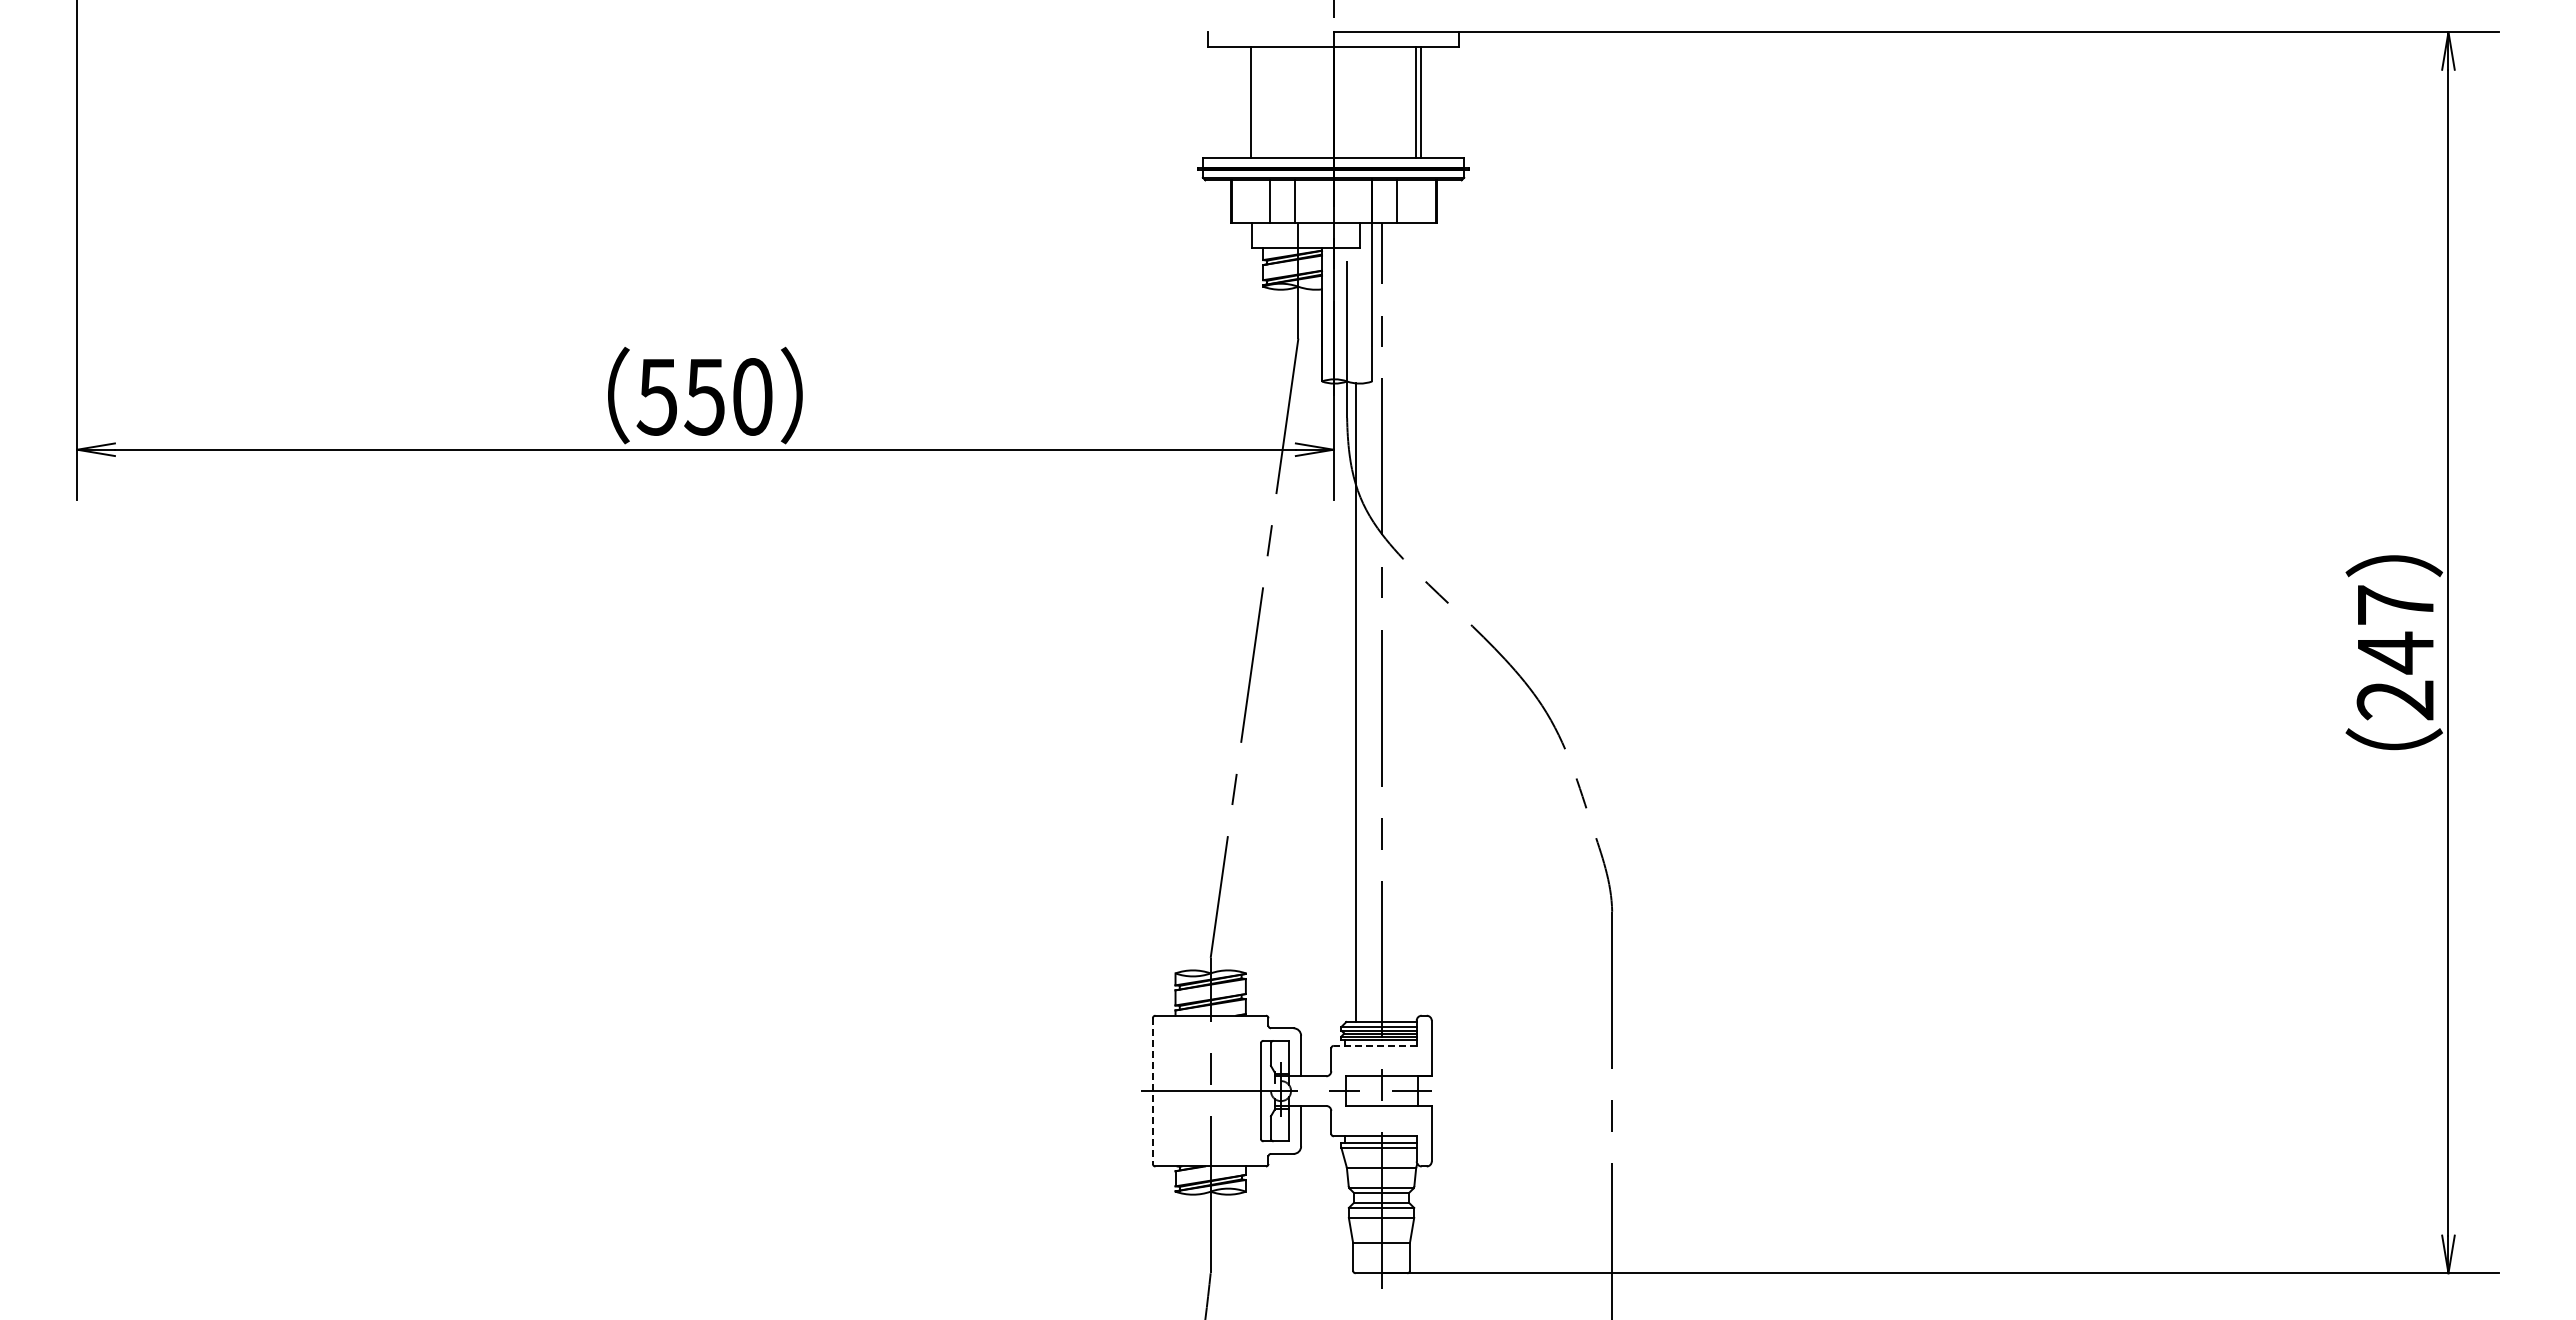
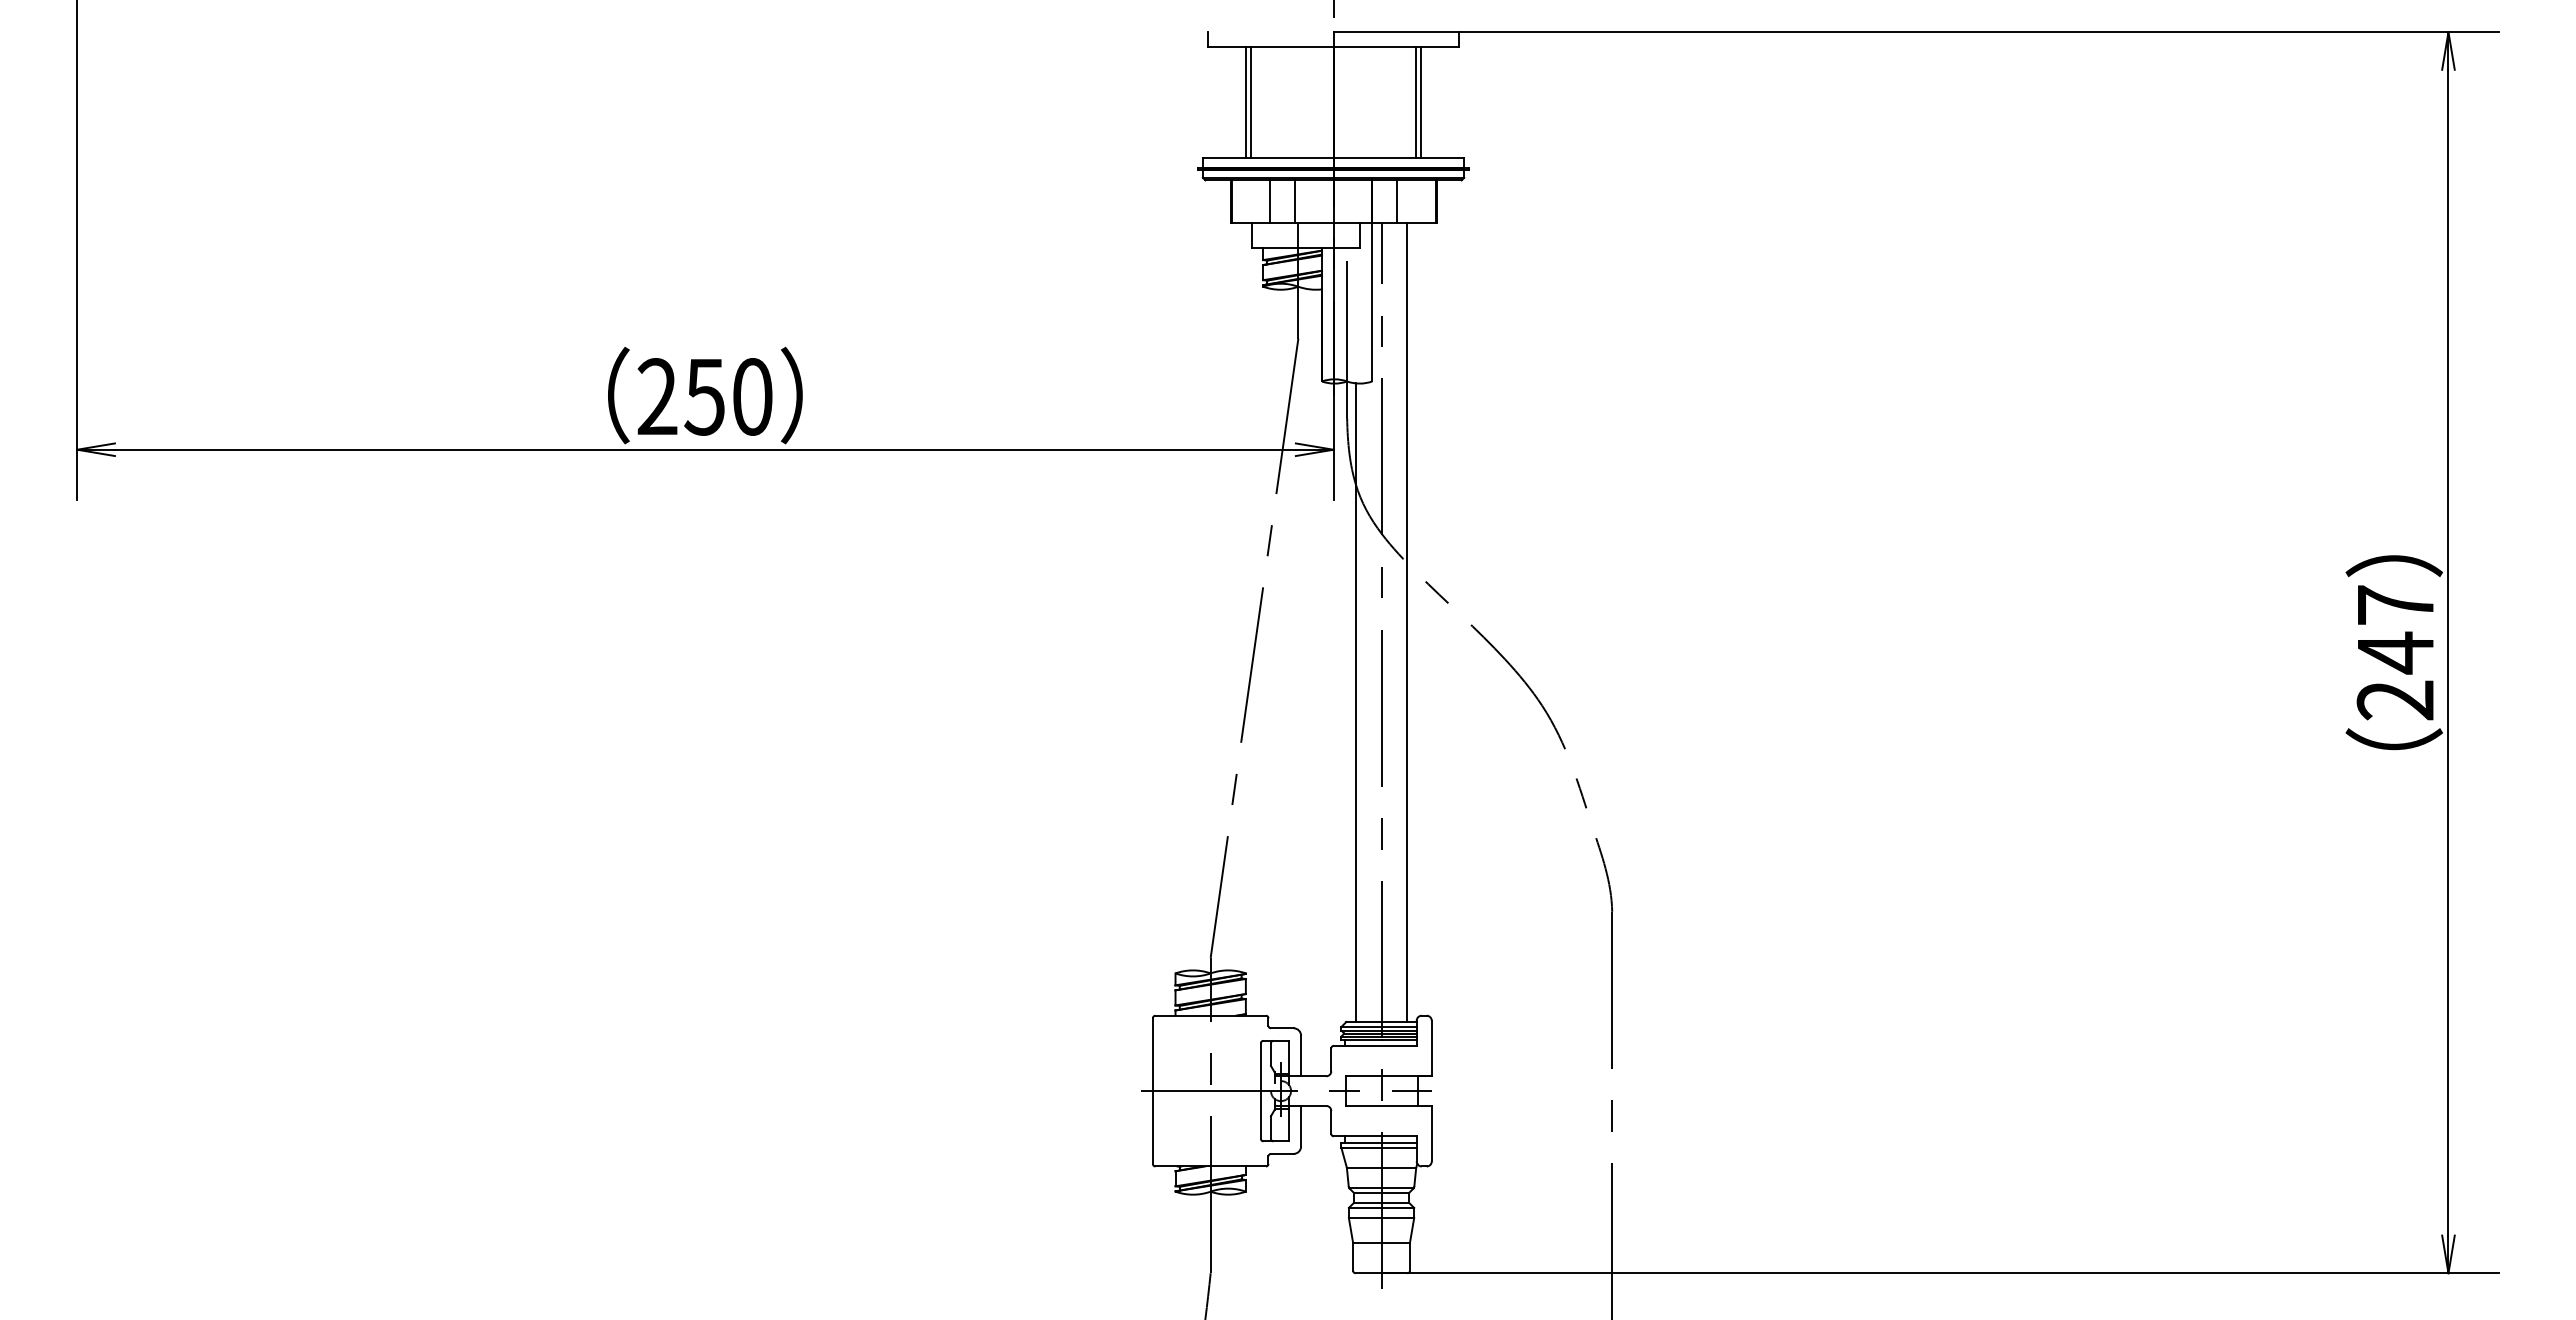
line at (1245, 102): none -> present
text at (656, 396): 550 -> 250
line at (1406, 622): none -> present
line at (1374, 1045): dashed -> solid
line at (1152, 1091): dashed -> solid
